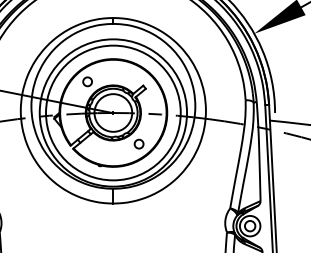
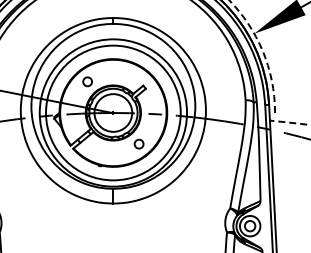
arc at (262, 51): solid -> dashed
arc at (290, 122): solid -> dashed
